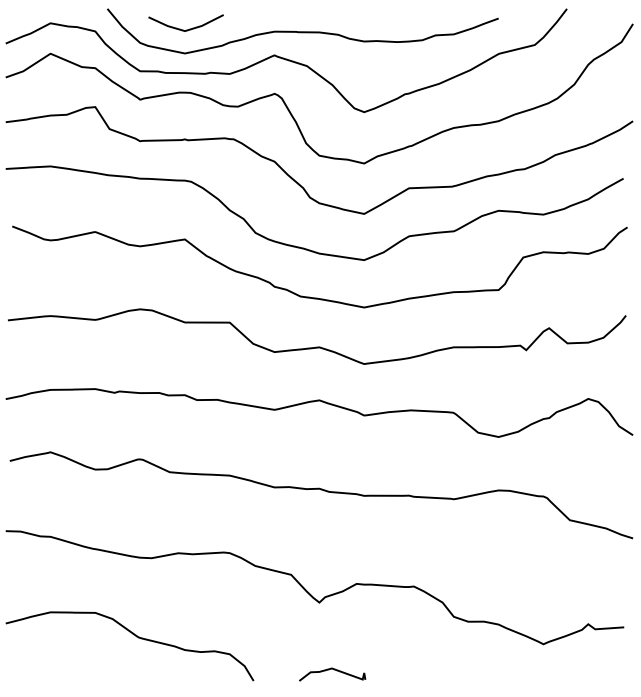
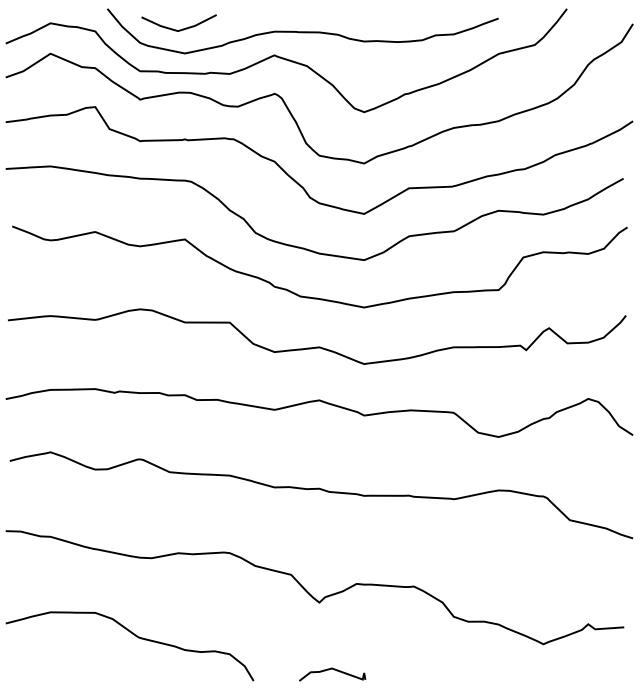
line at (186, 29) position: (186, 29) -> (179, 29)
